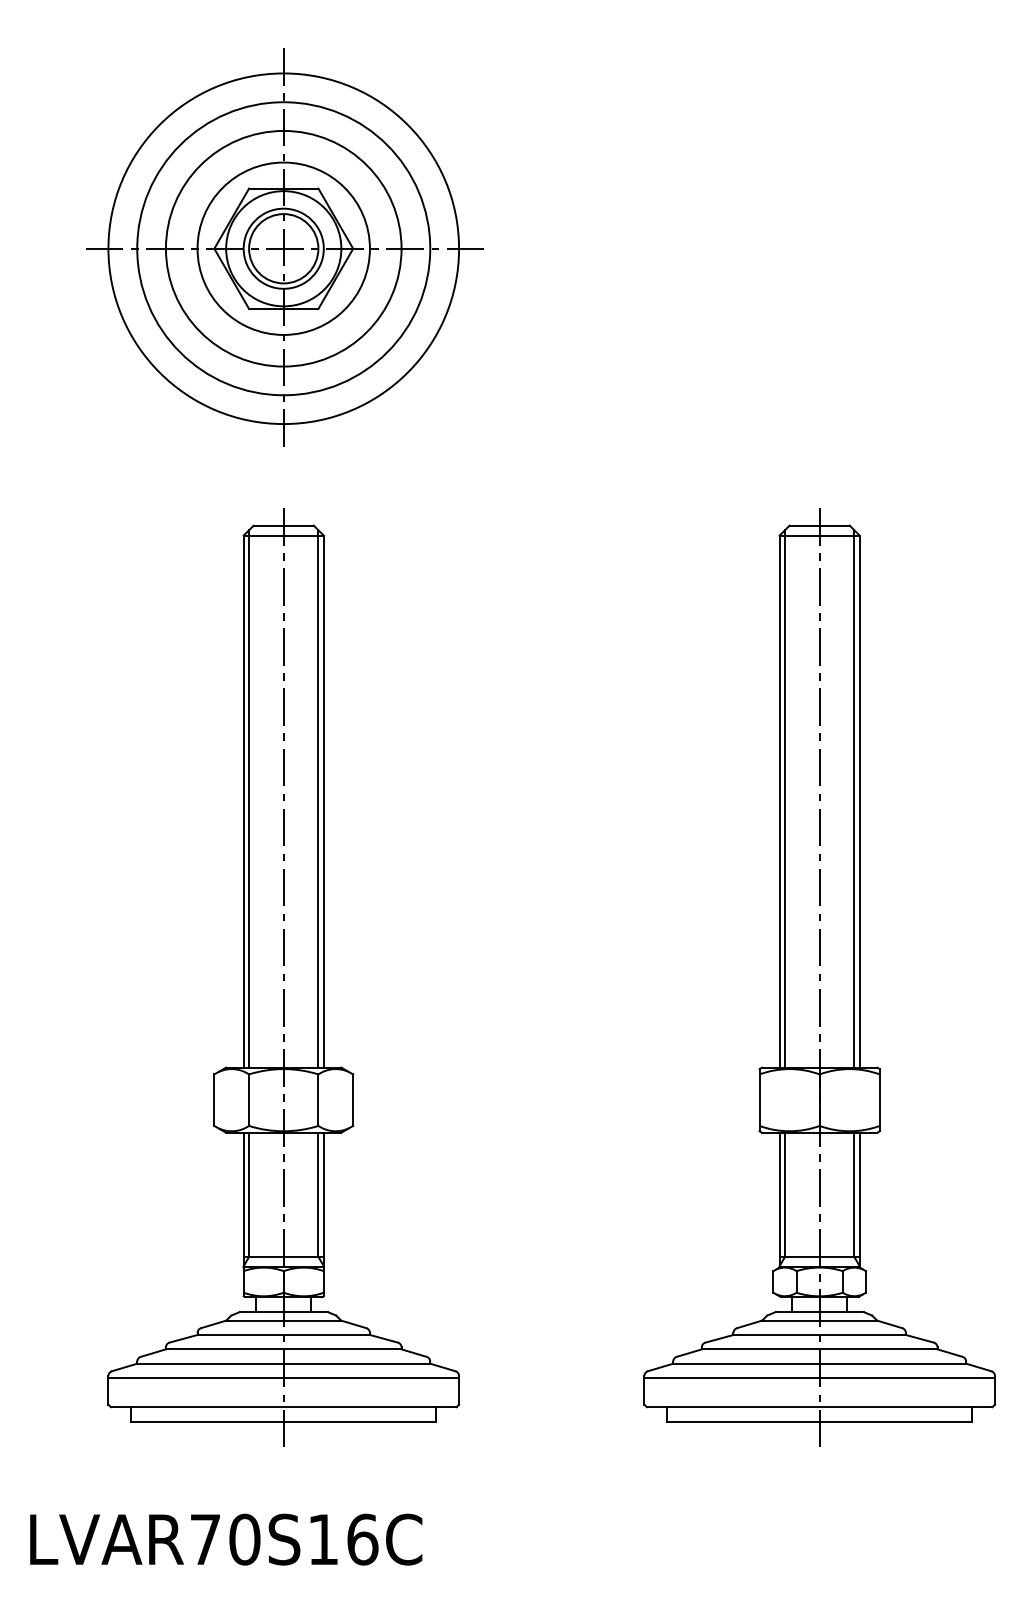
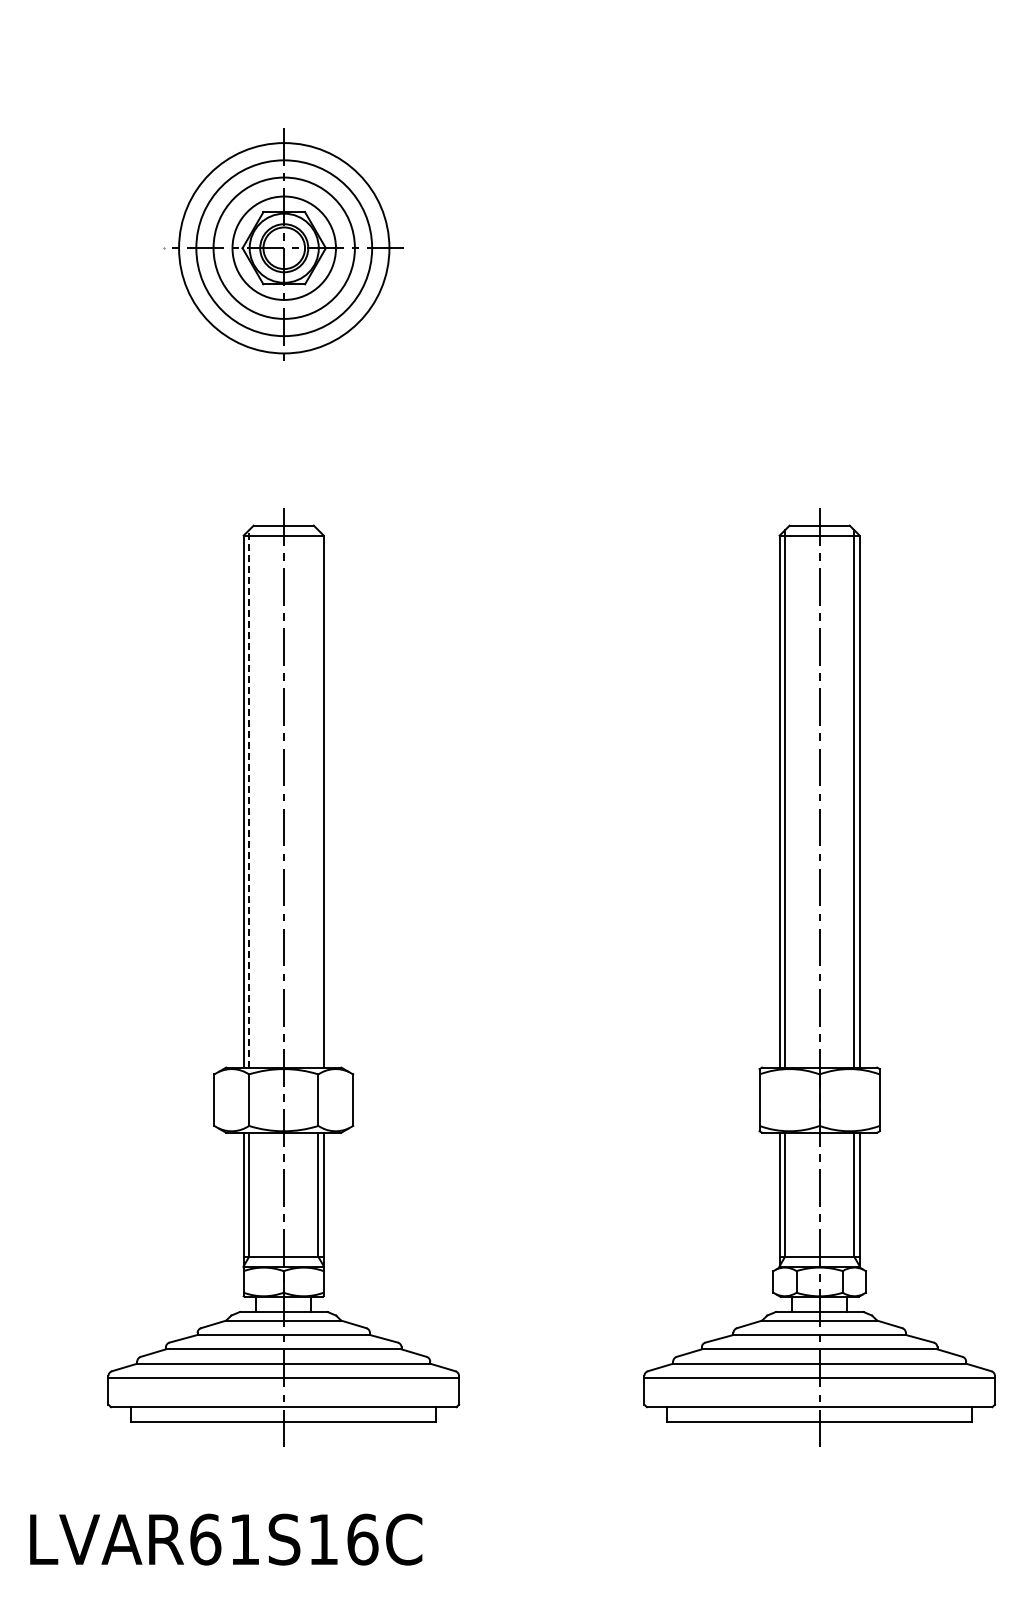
part at (284, 247) size: 398x399 px -> 232x233 px
line at (249, 798): solid -> dashed
line at (318, 798): present -> none
text at (225, 1539): LVAR70S16C -> LVAR61S16C
